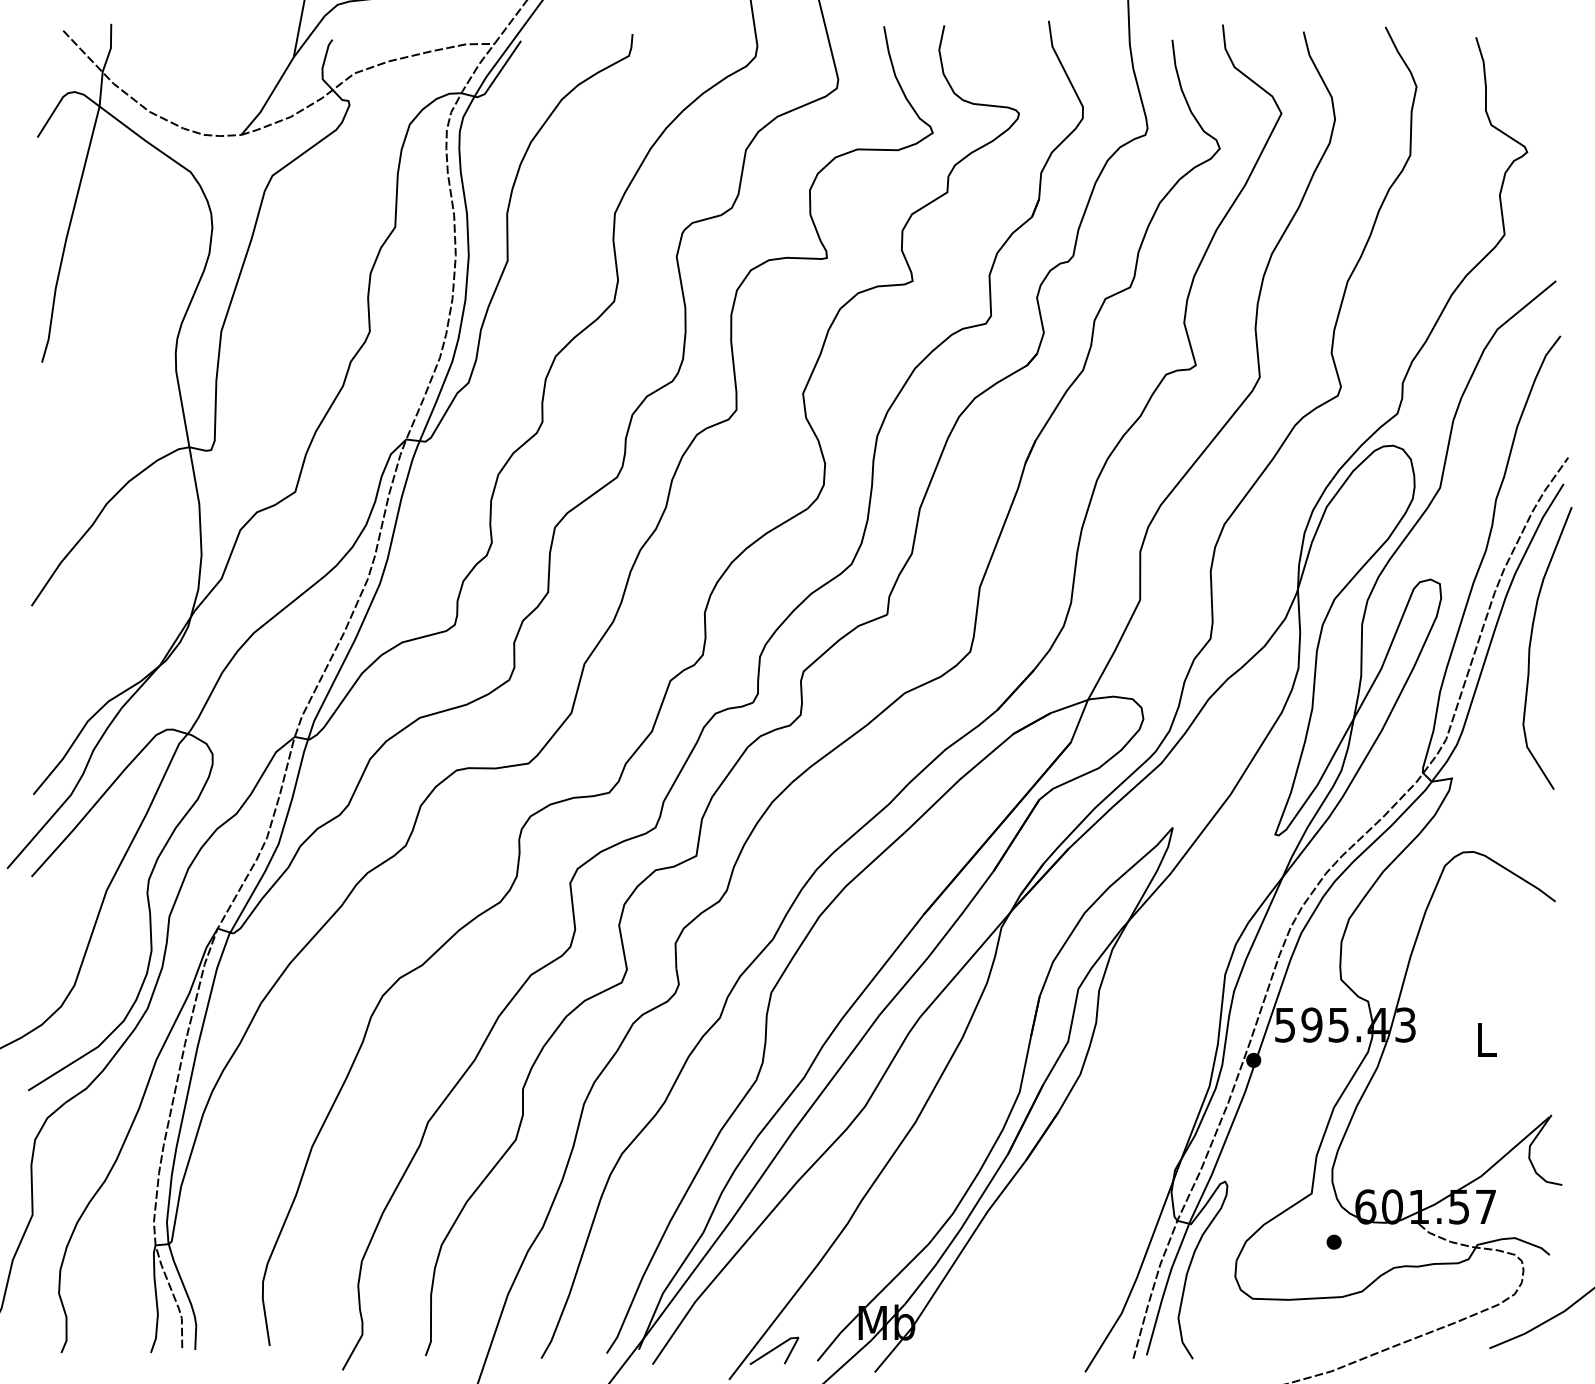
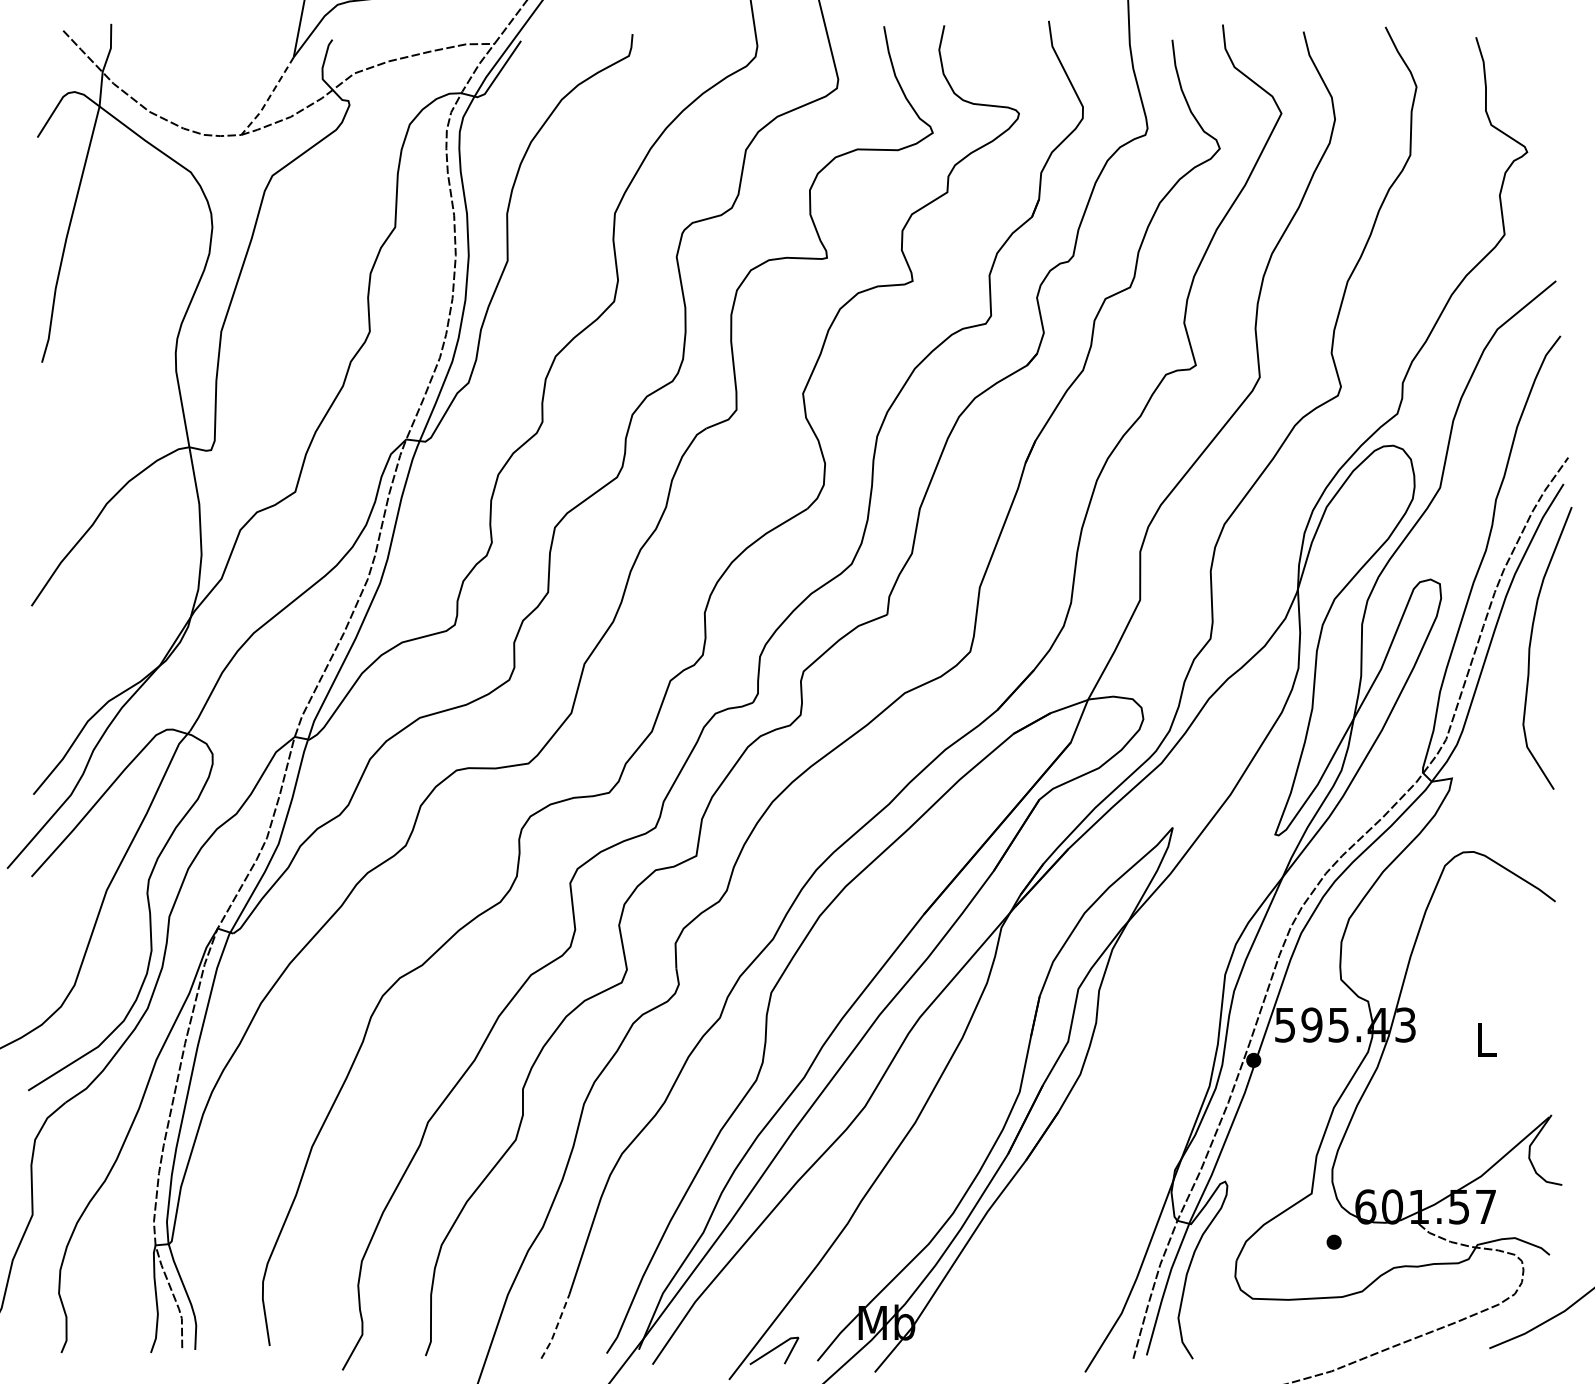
line at (269, 97): solid -> dashed
line at (556, 1328): solid -> dashed
